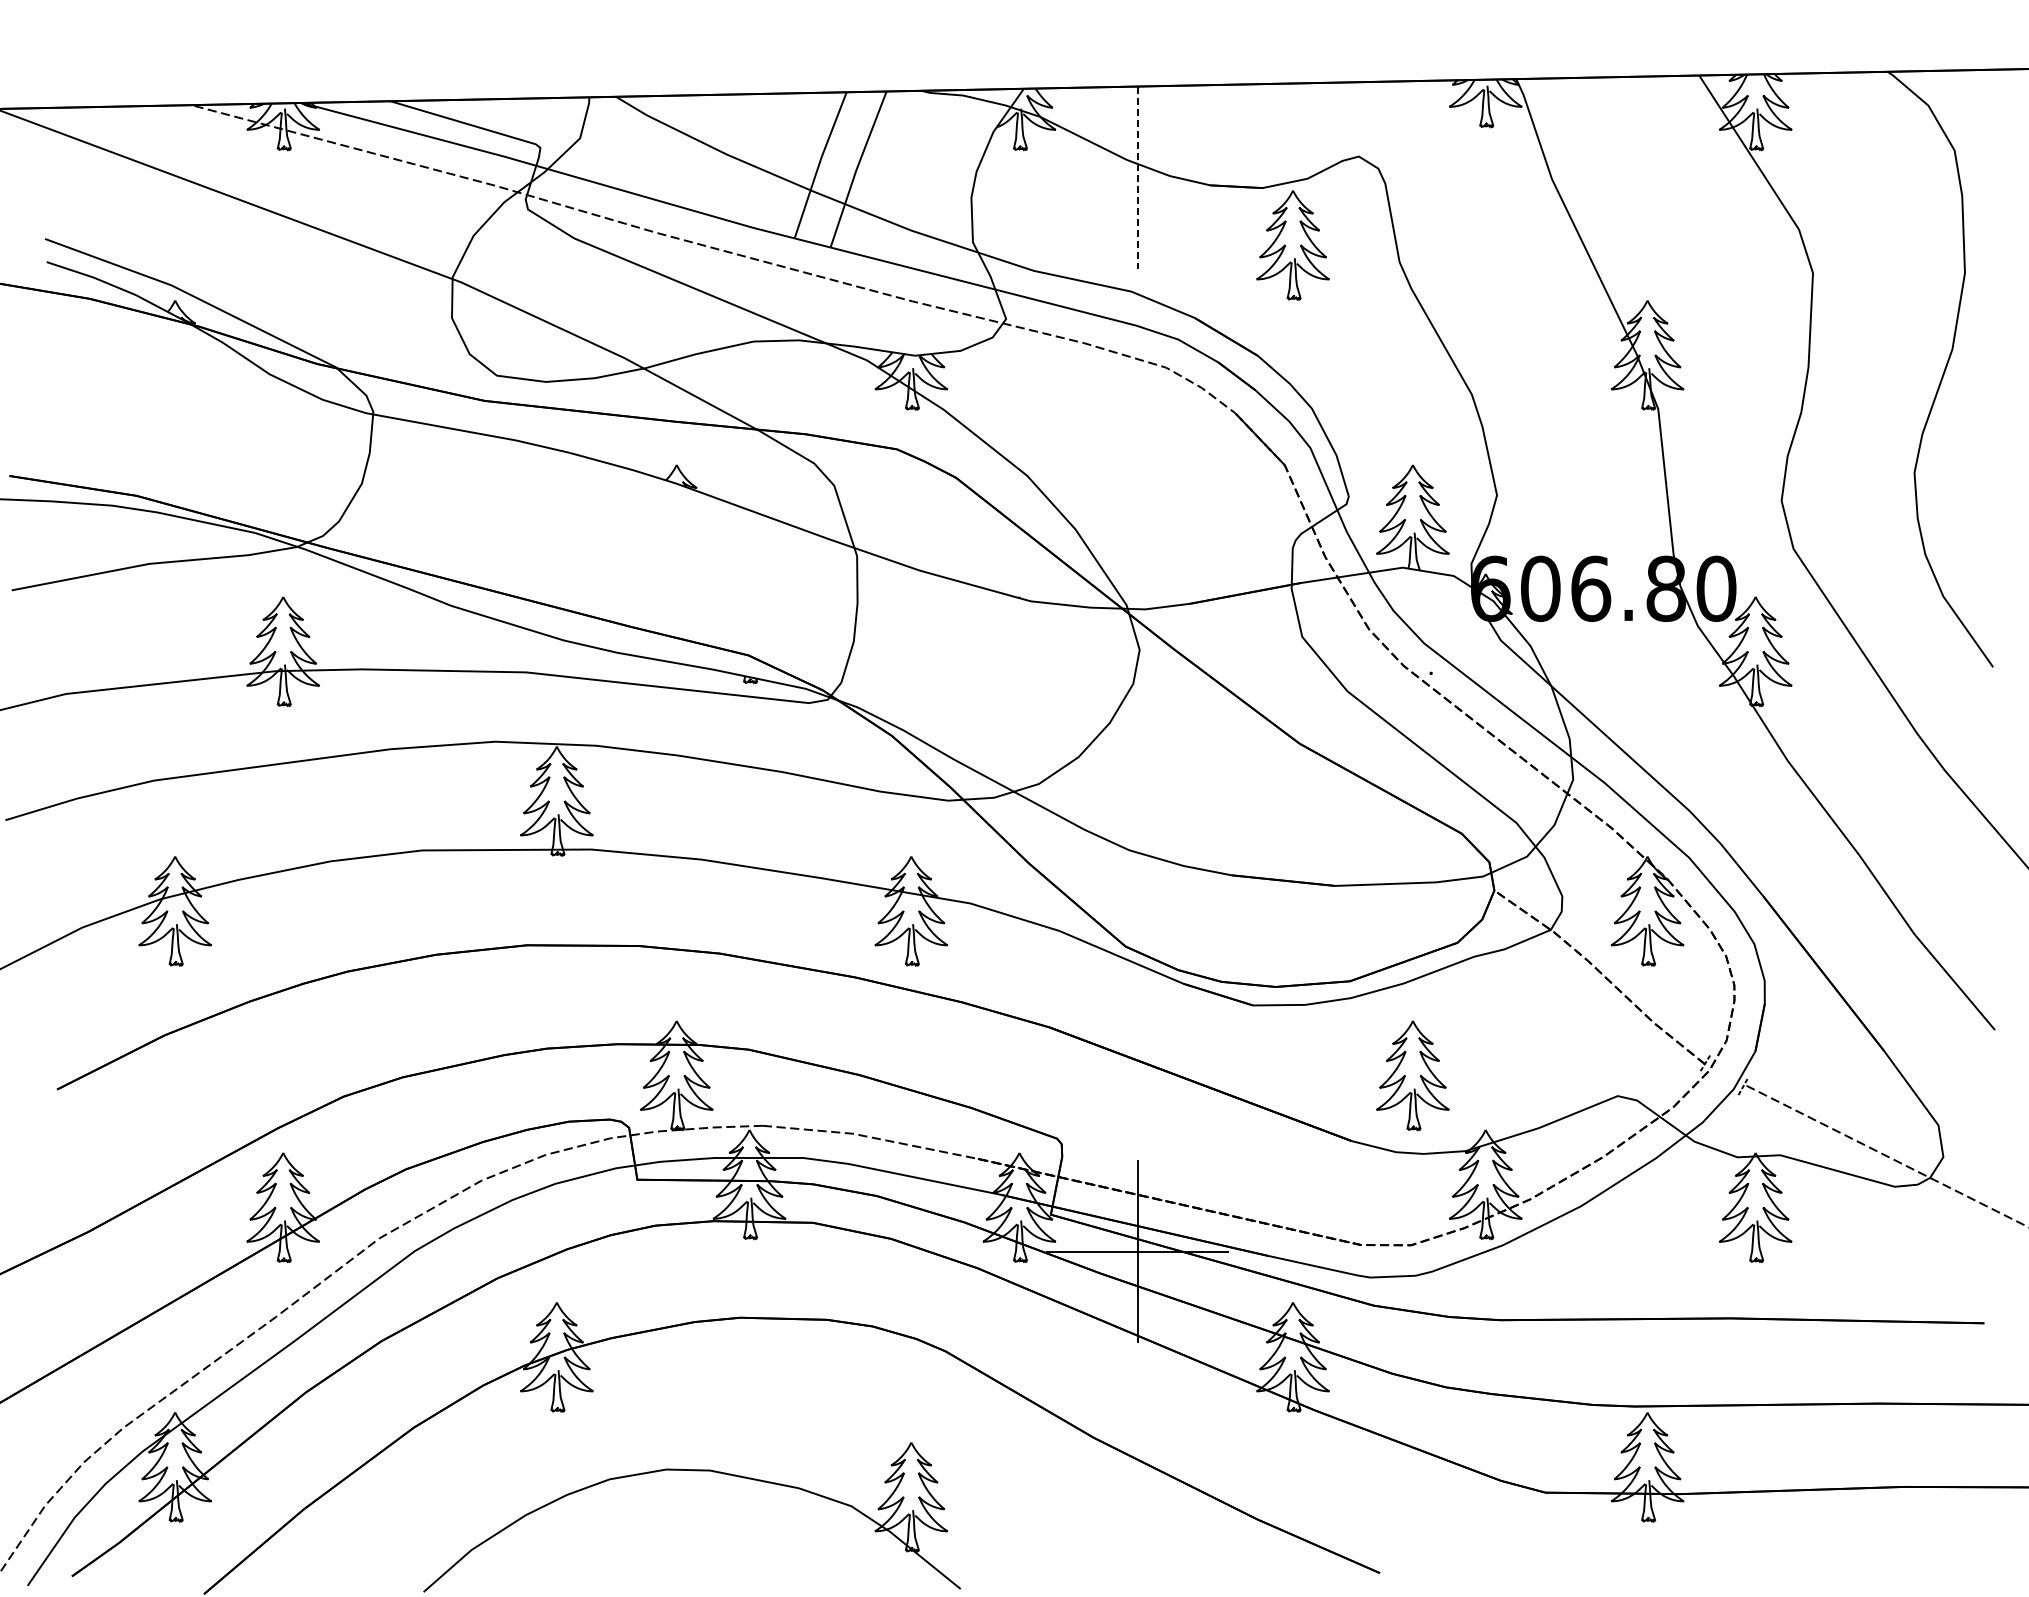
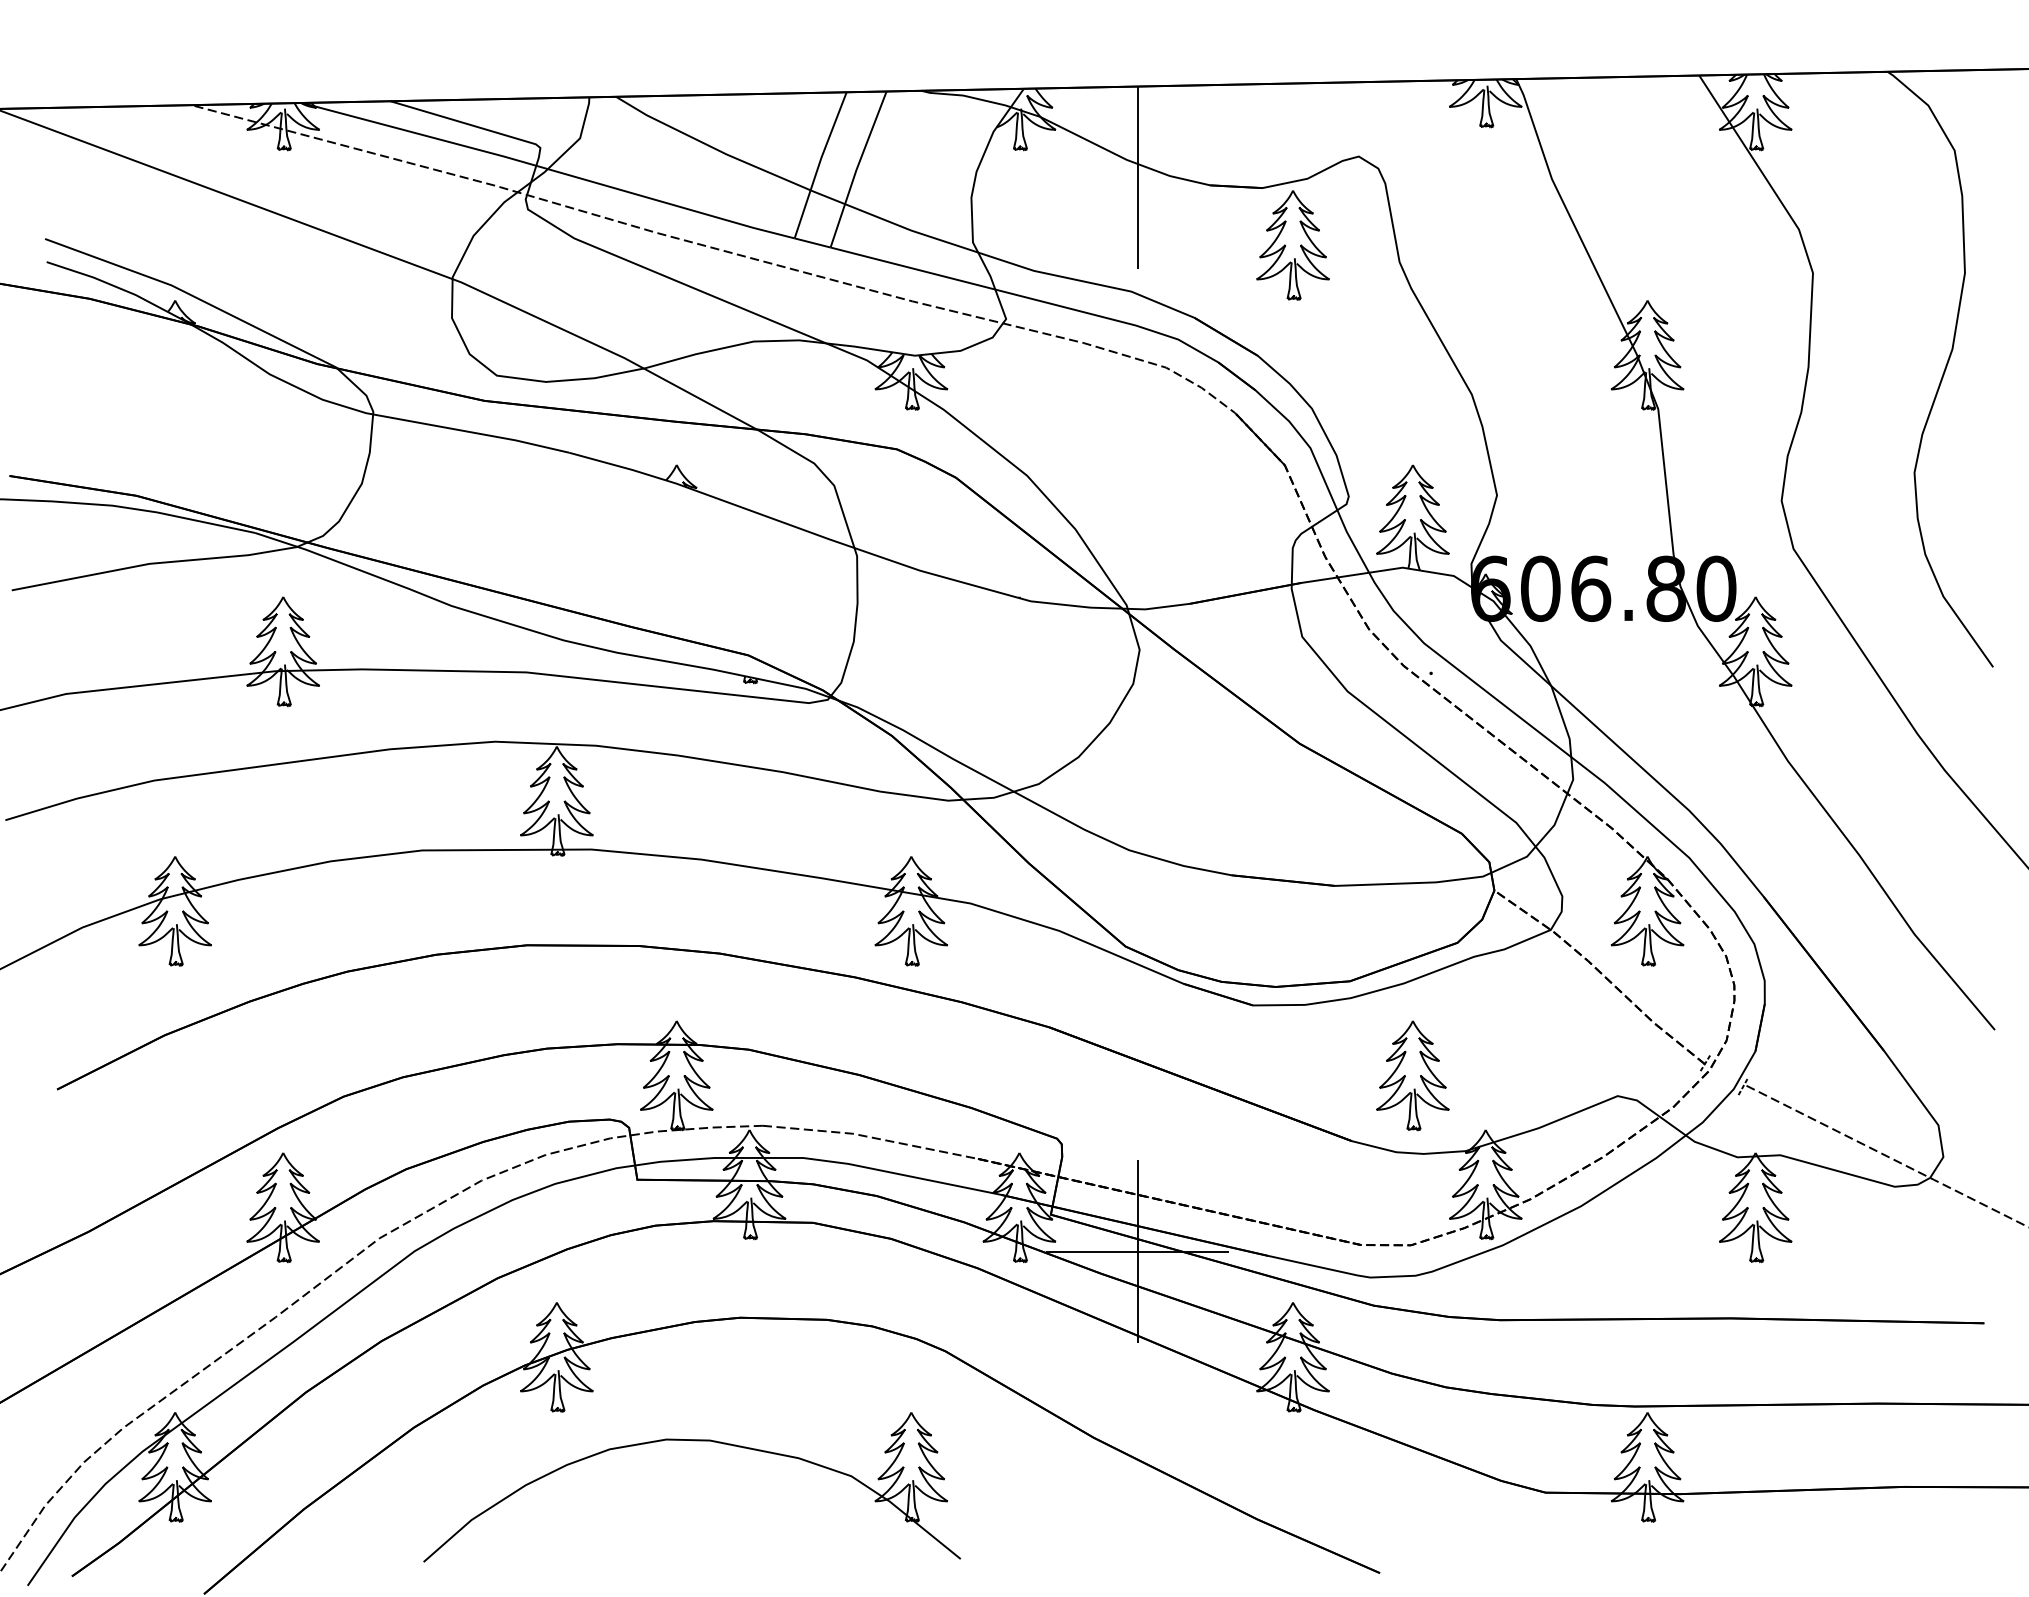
line at (1137, 178): dashed -> solid
part at (693, 1471) position: (693, 1471) -> (693, 1441)
